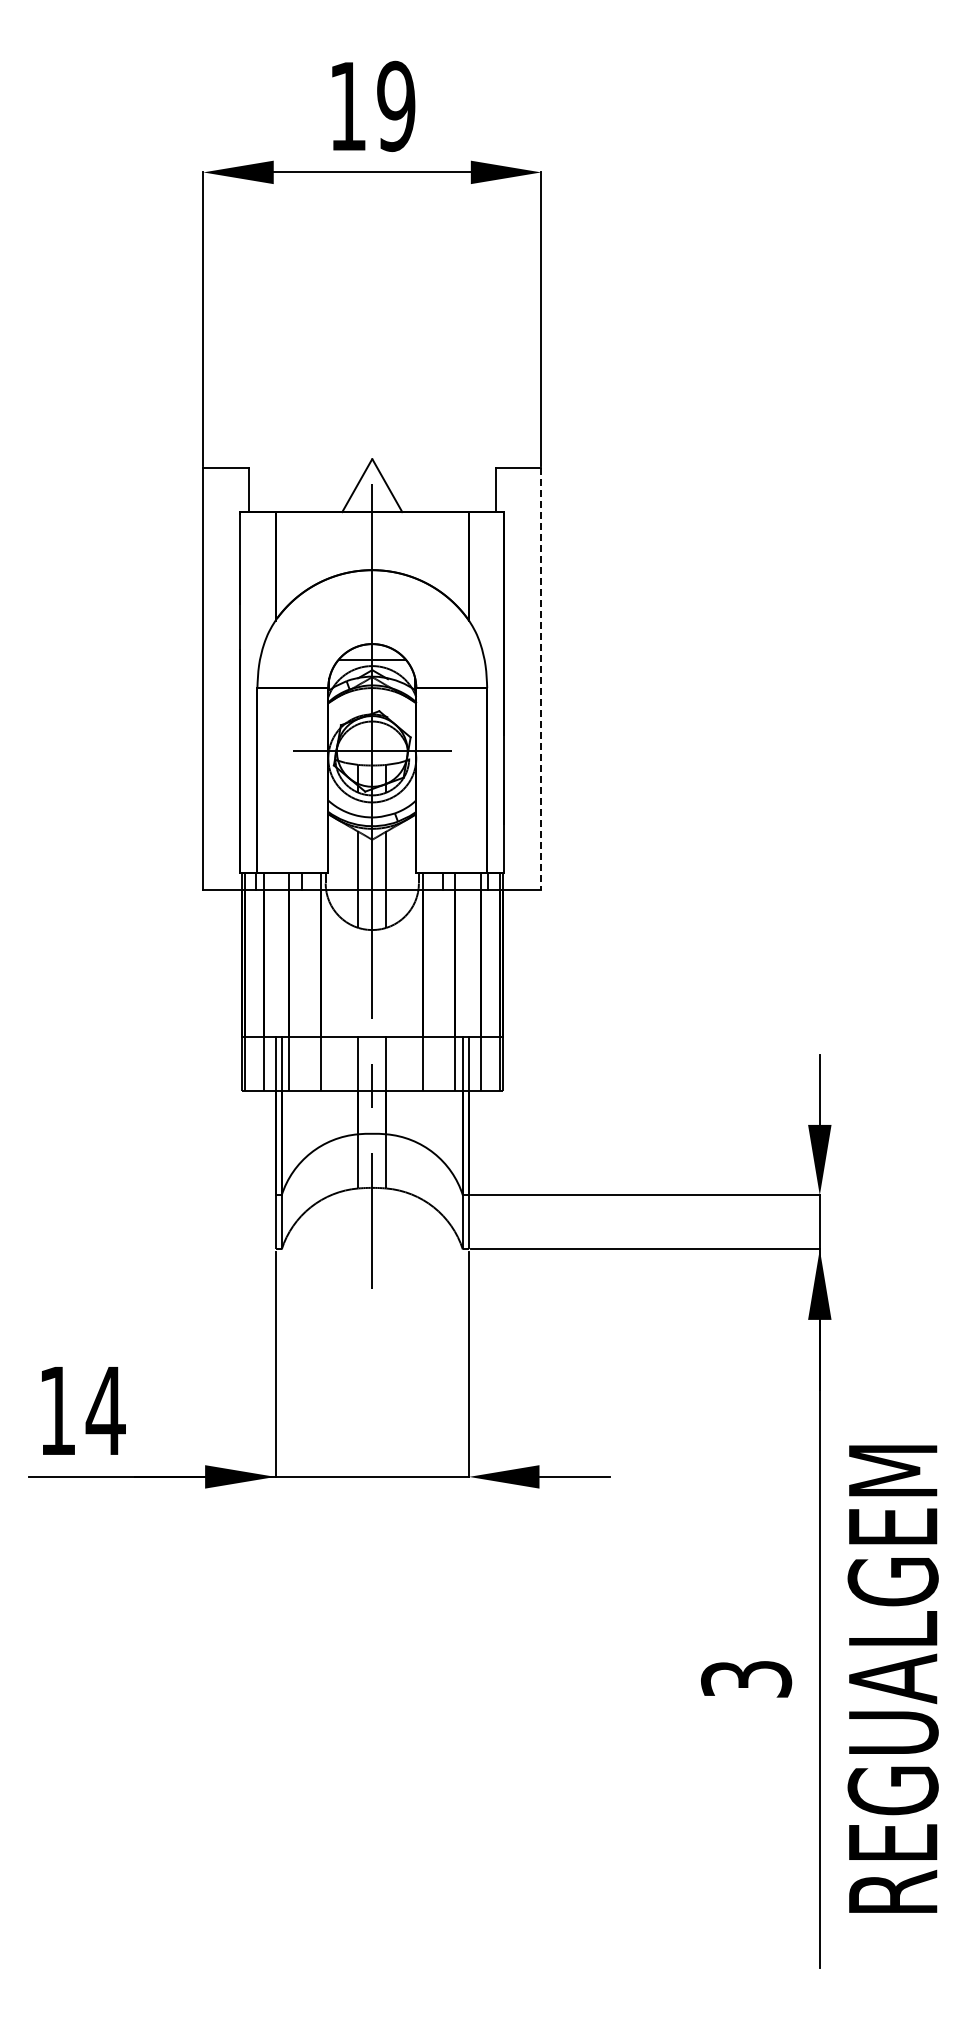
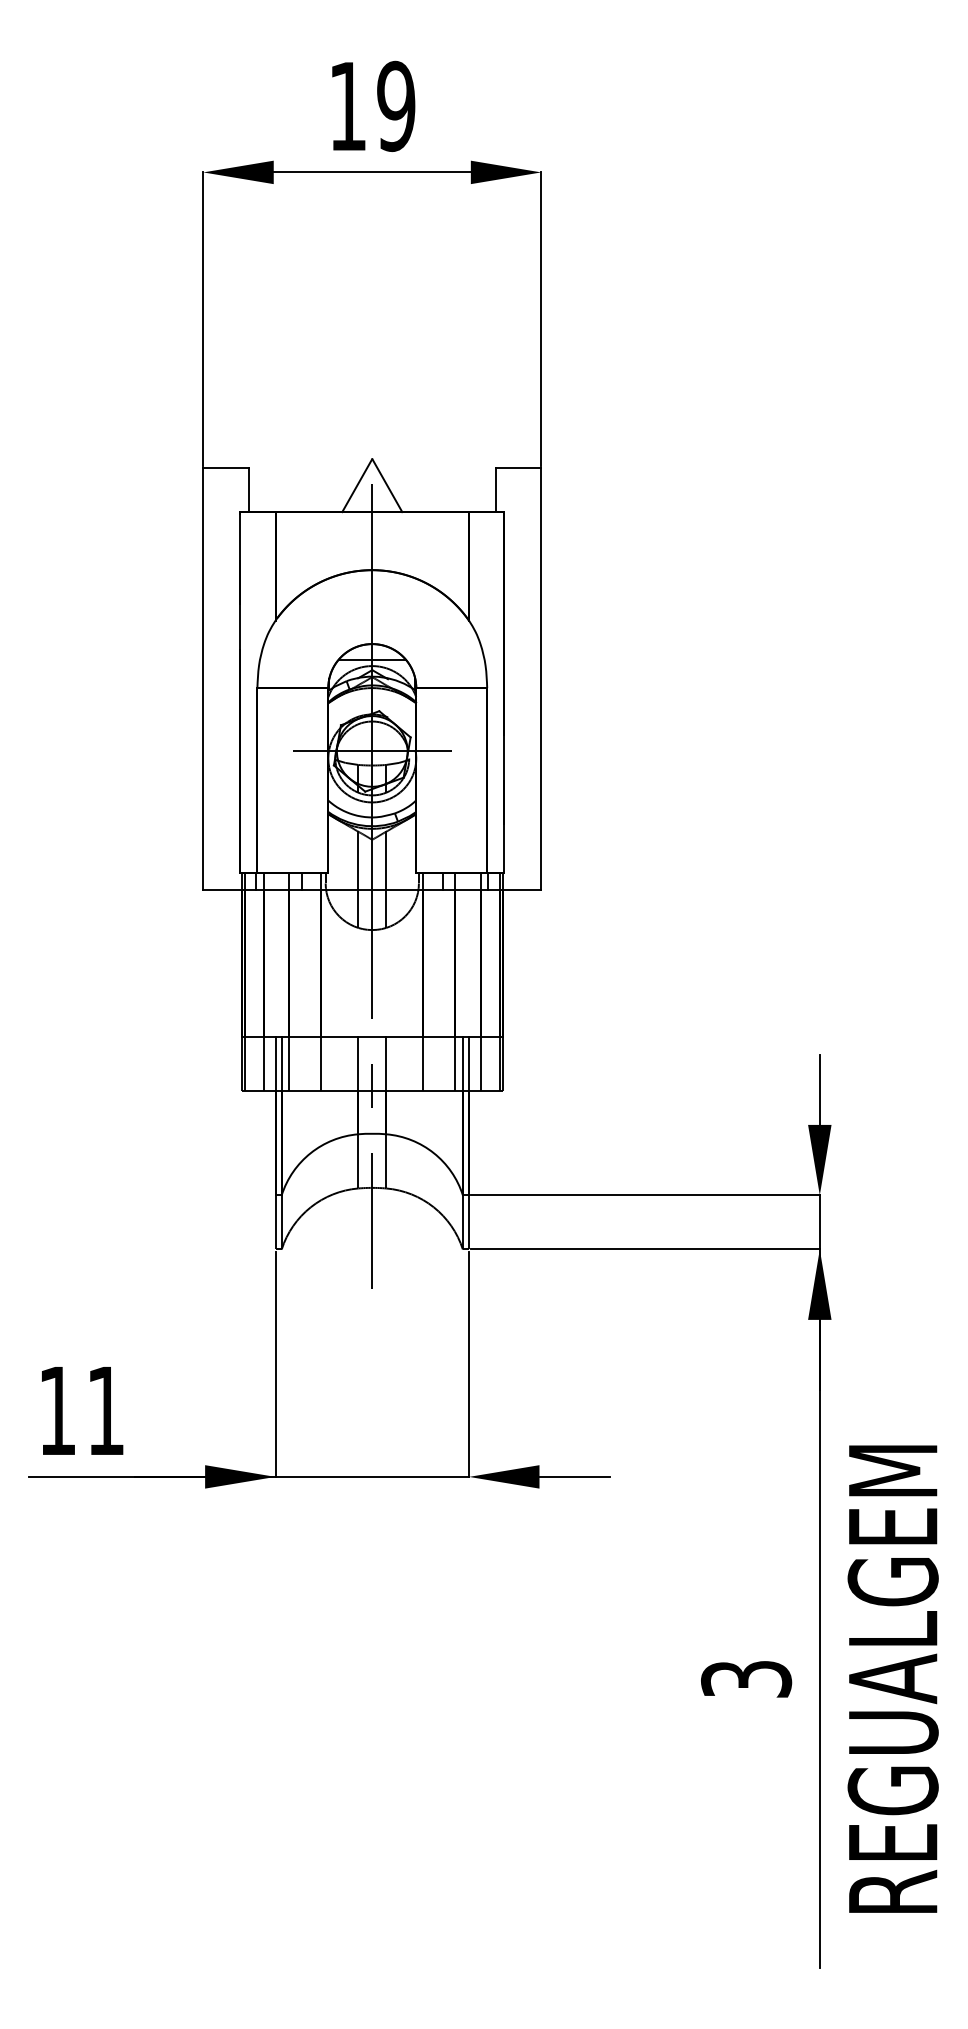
line at (541, 679): dashed -> solid
text at (105, 1410): 14 -> 11
